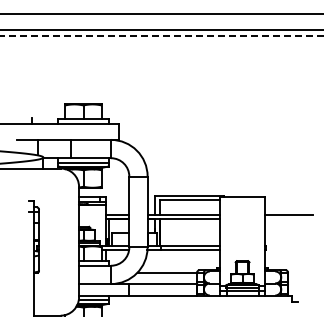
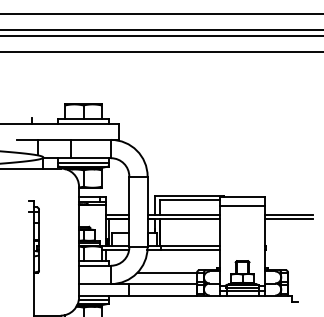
line at (162, 36): dashed -> solid
line at (161, 52): none -> present
line at (242, 206): none -> present
line at (288, 218): none -> present
